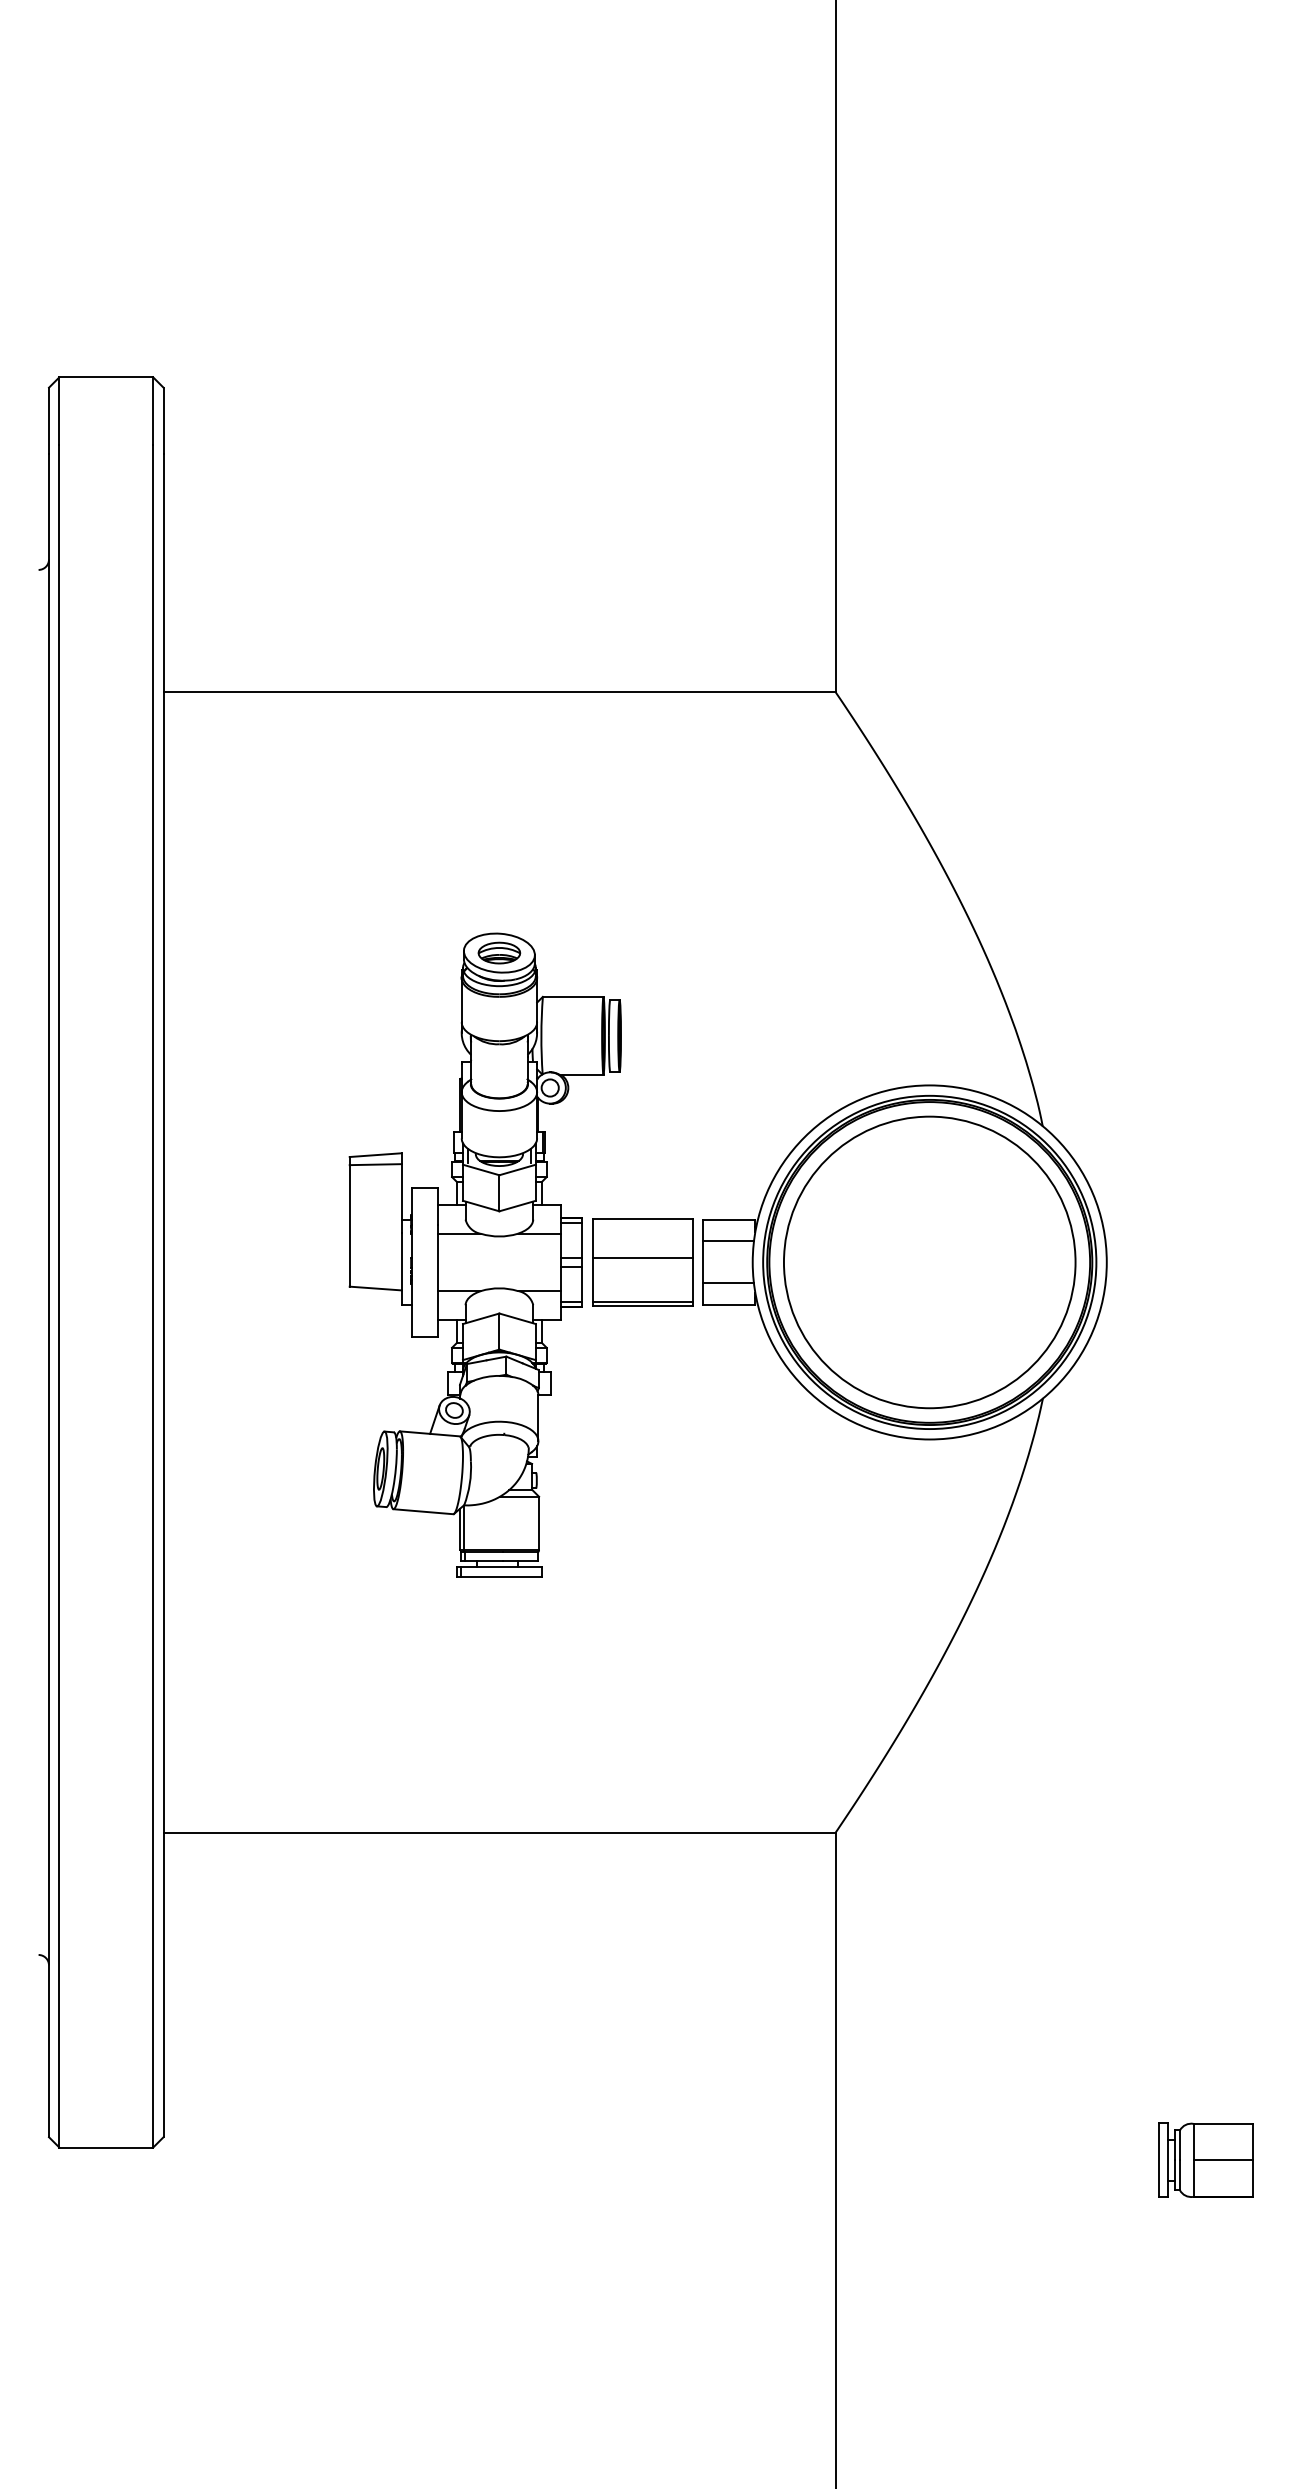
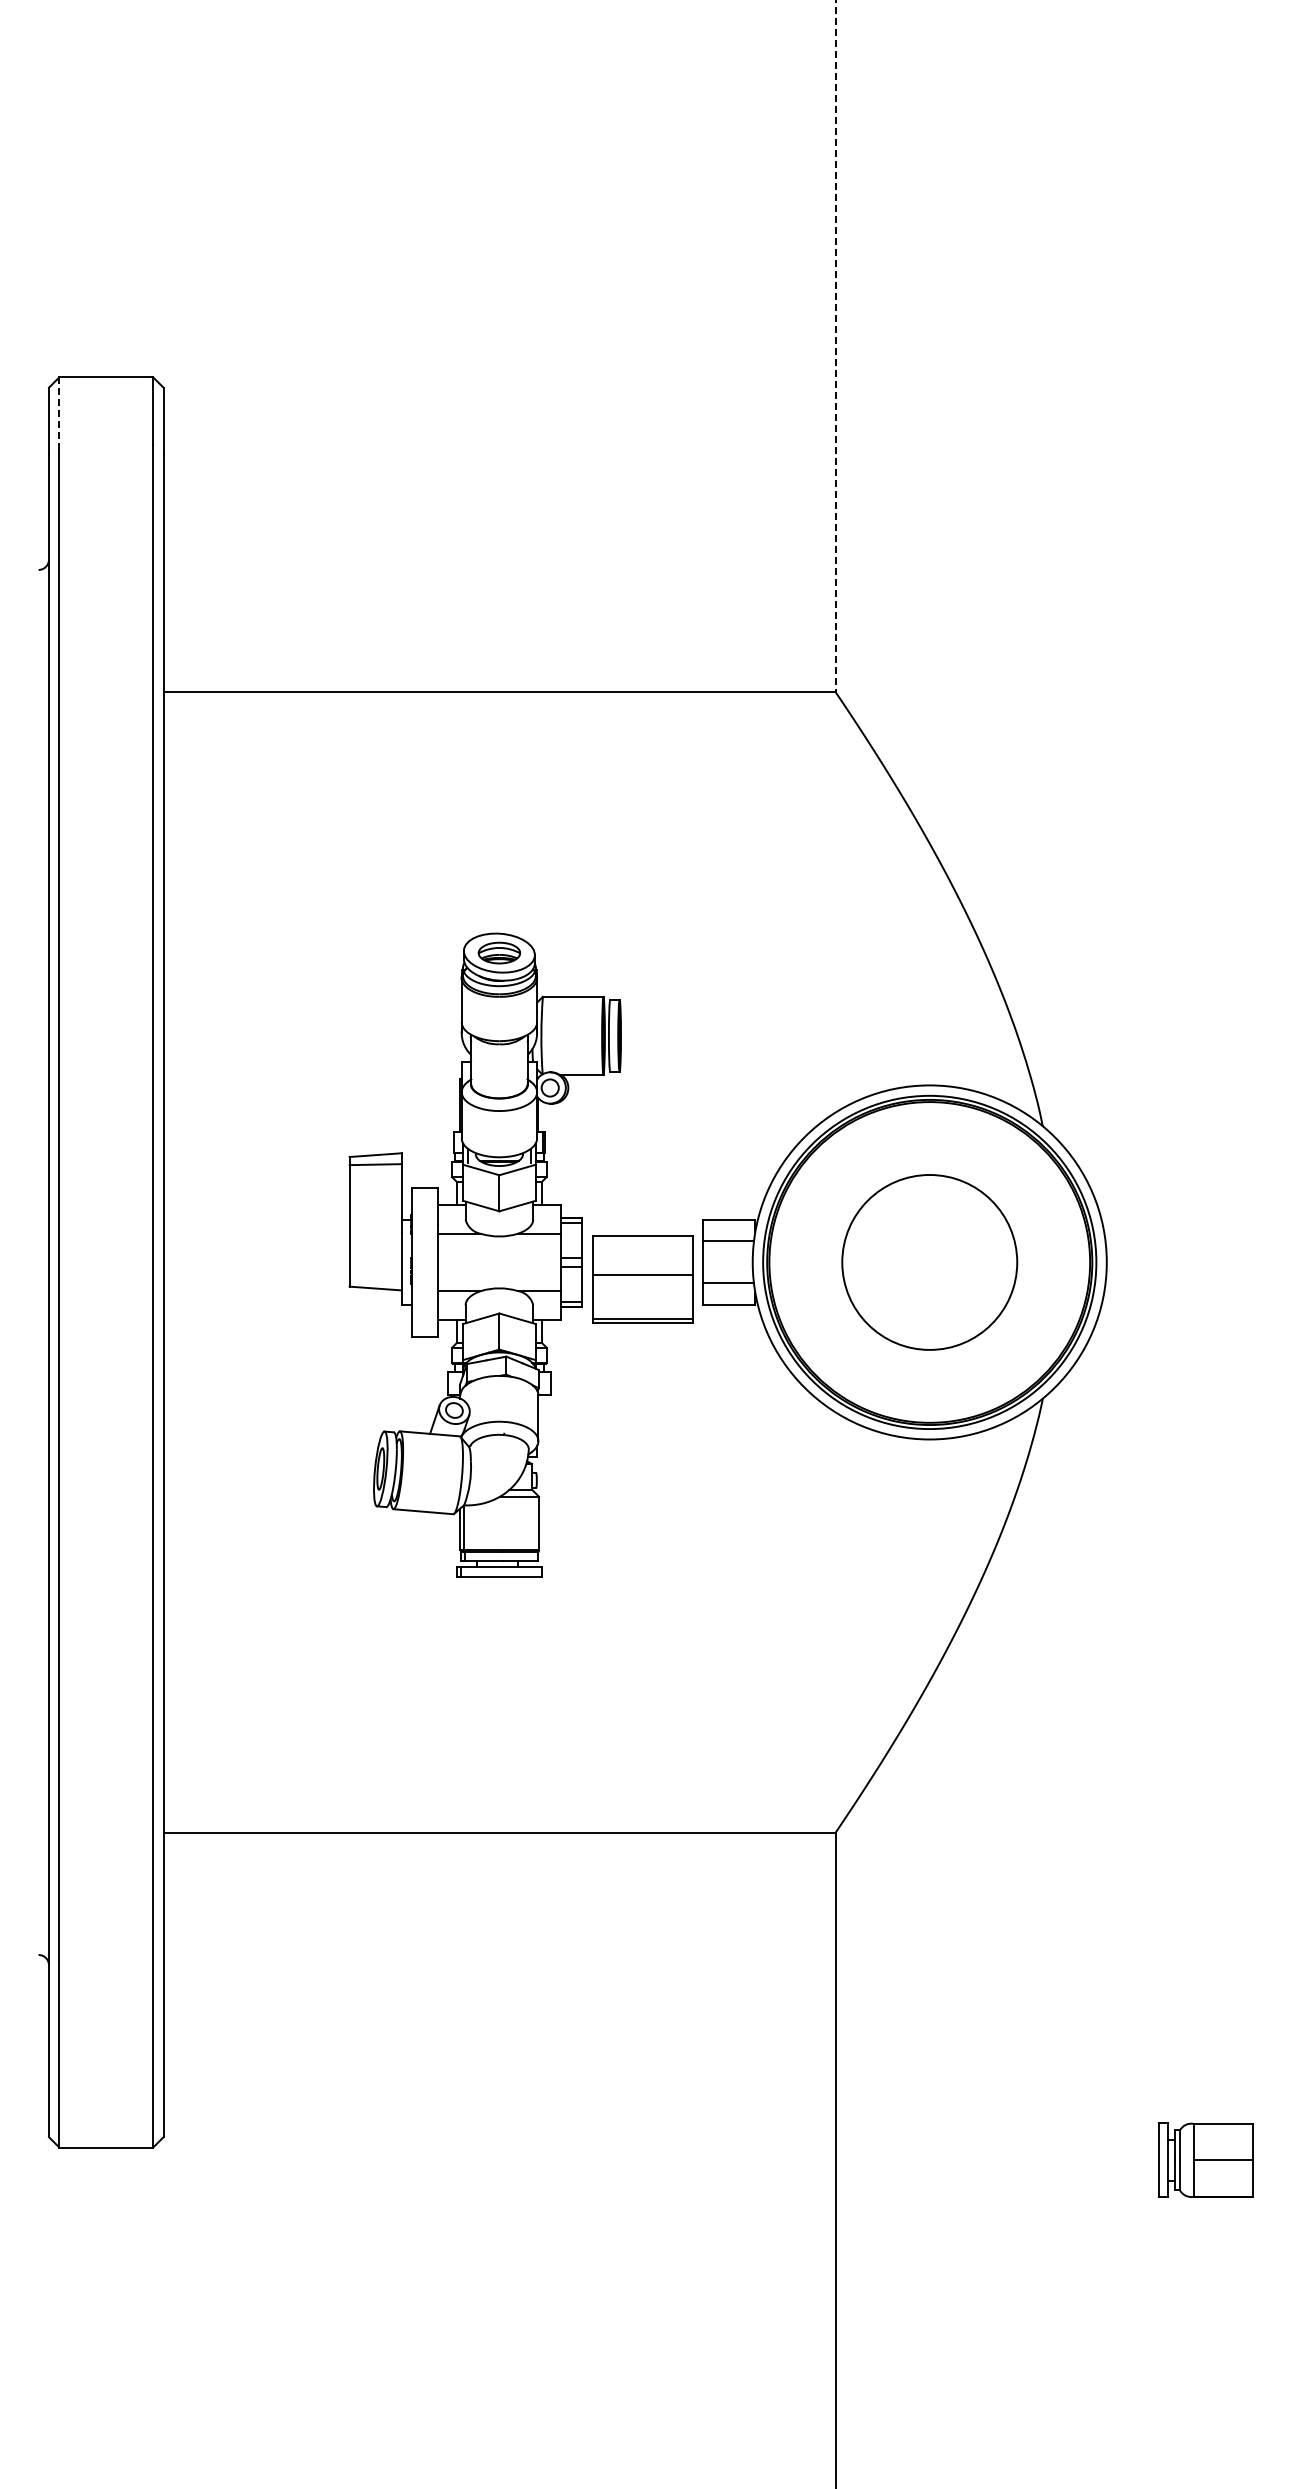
line at (835, 346): solid -> dashed
line at (59, 410): solid -> dashed
part at (642, 1262) position: (642, 1262) -> (642, 1279)
circle at (929, 1262) diameter: 292 px -> 175 px
